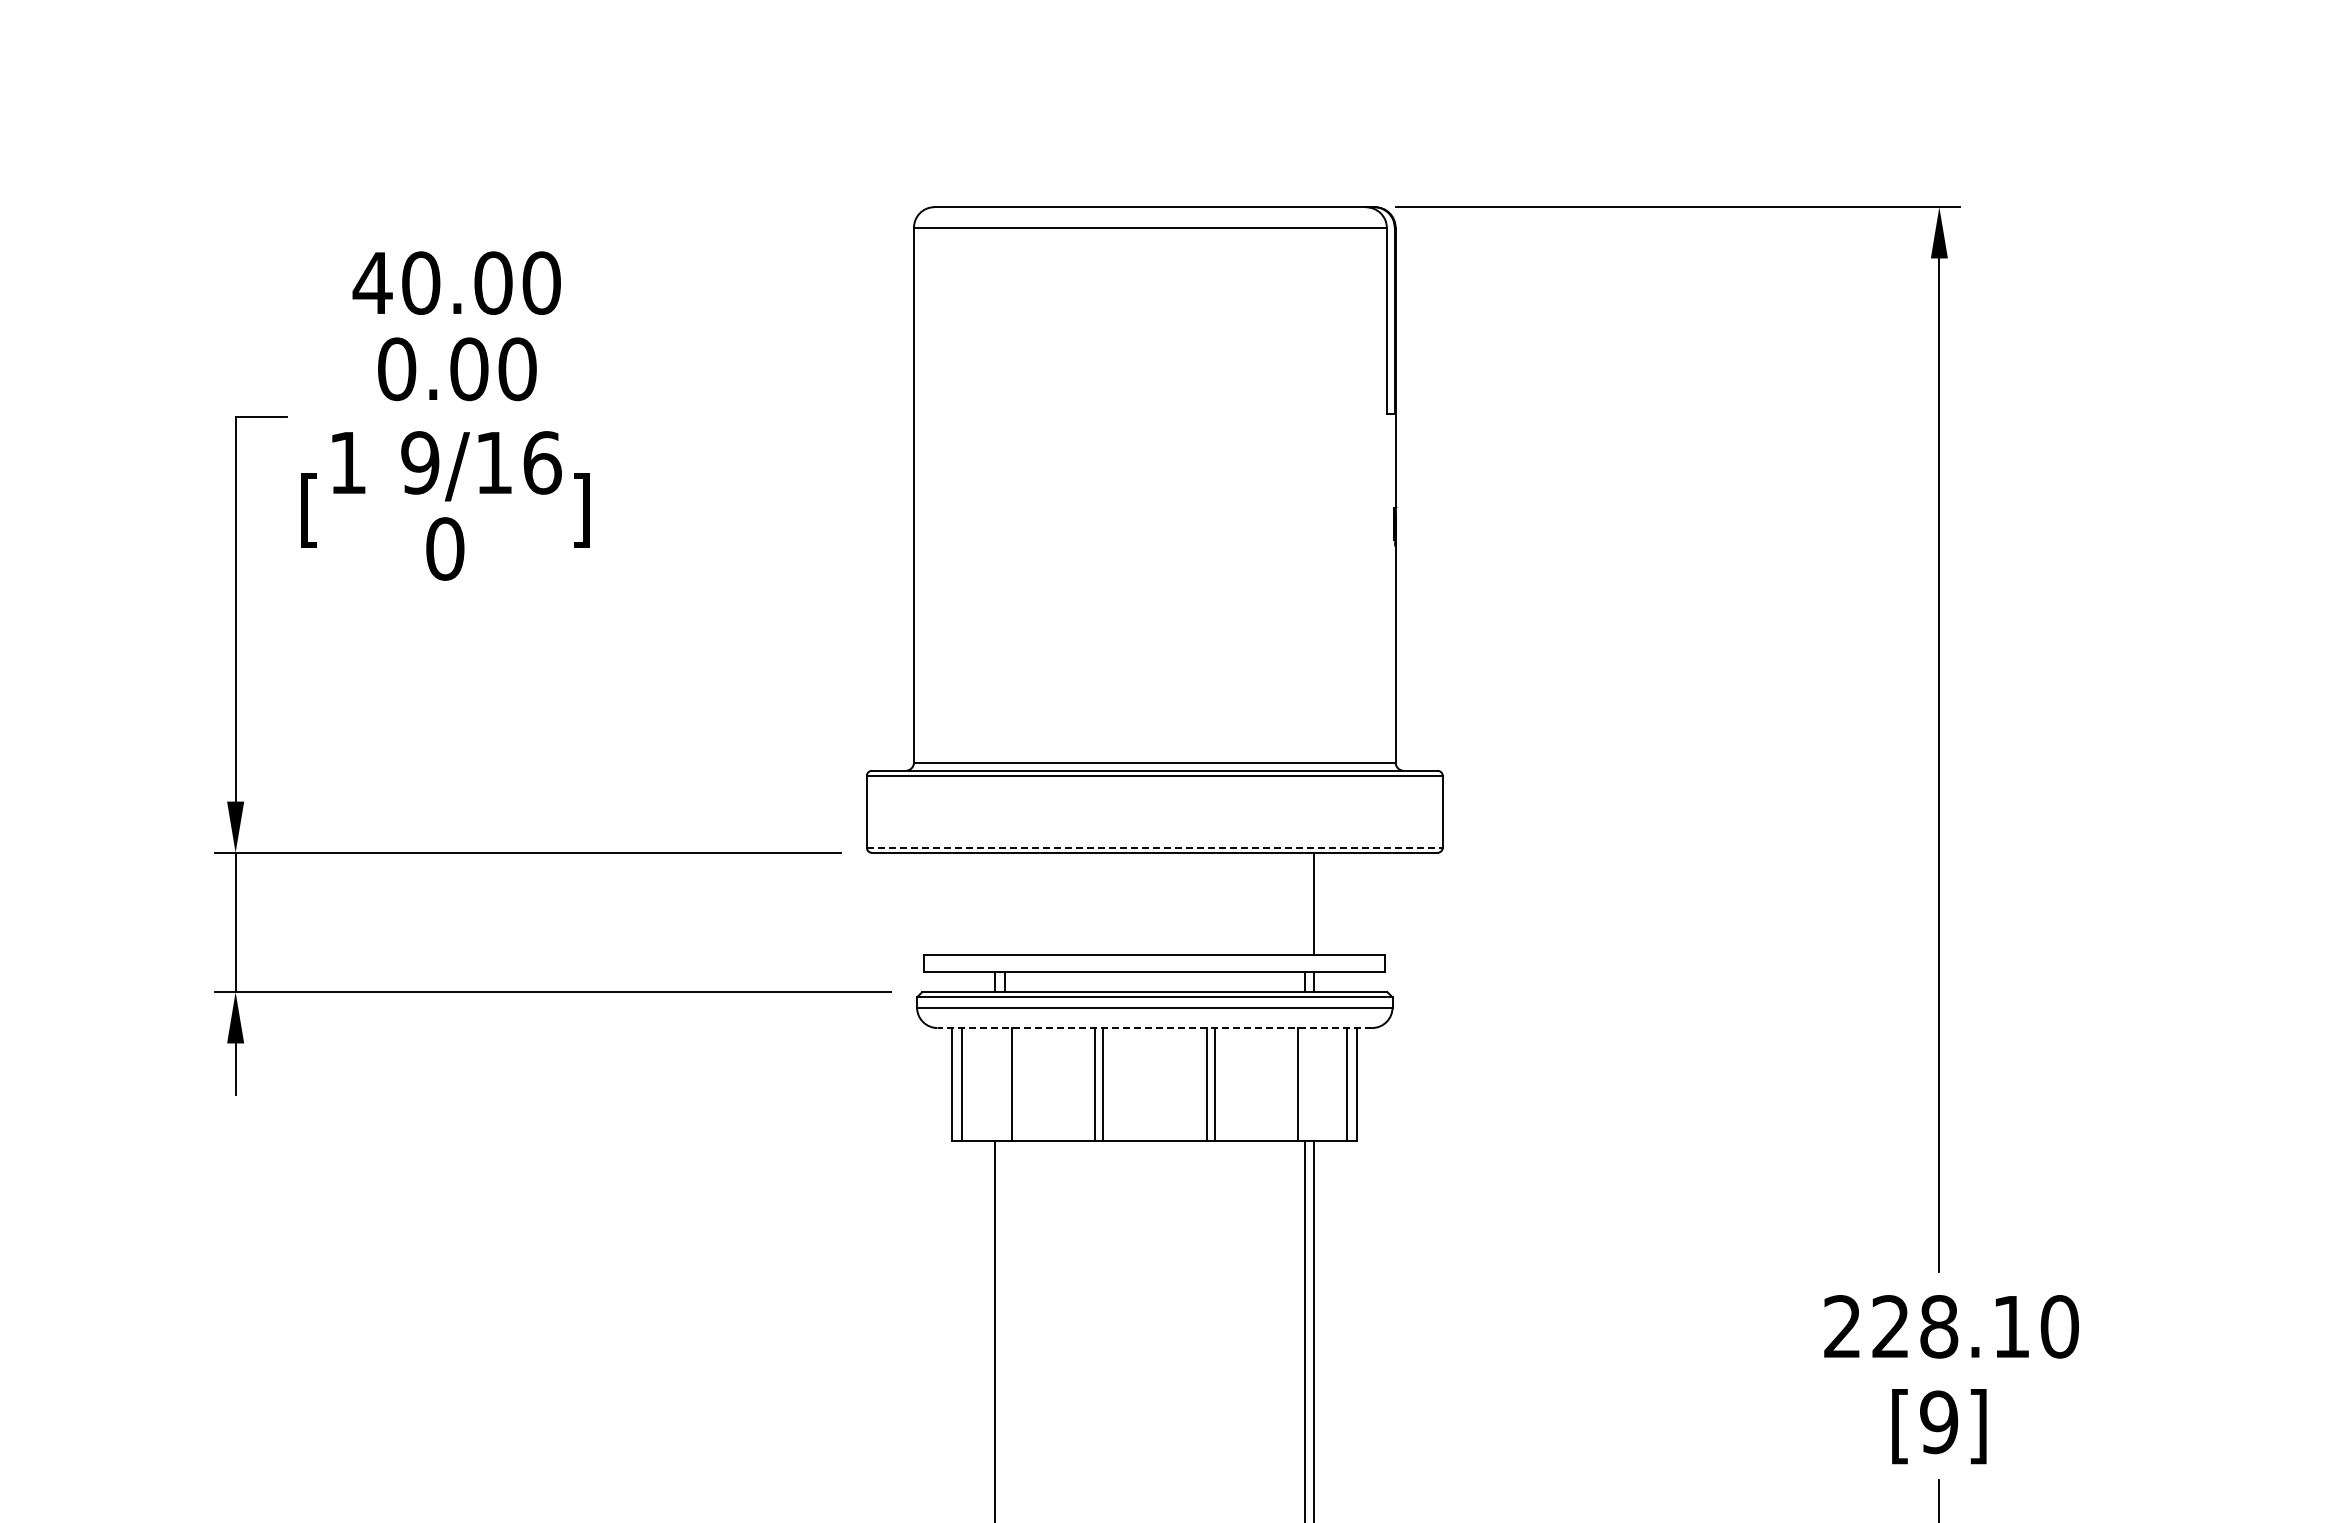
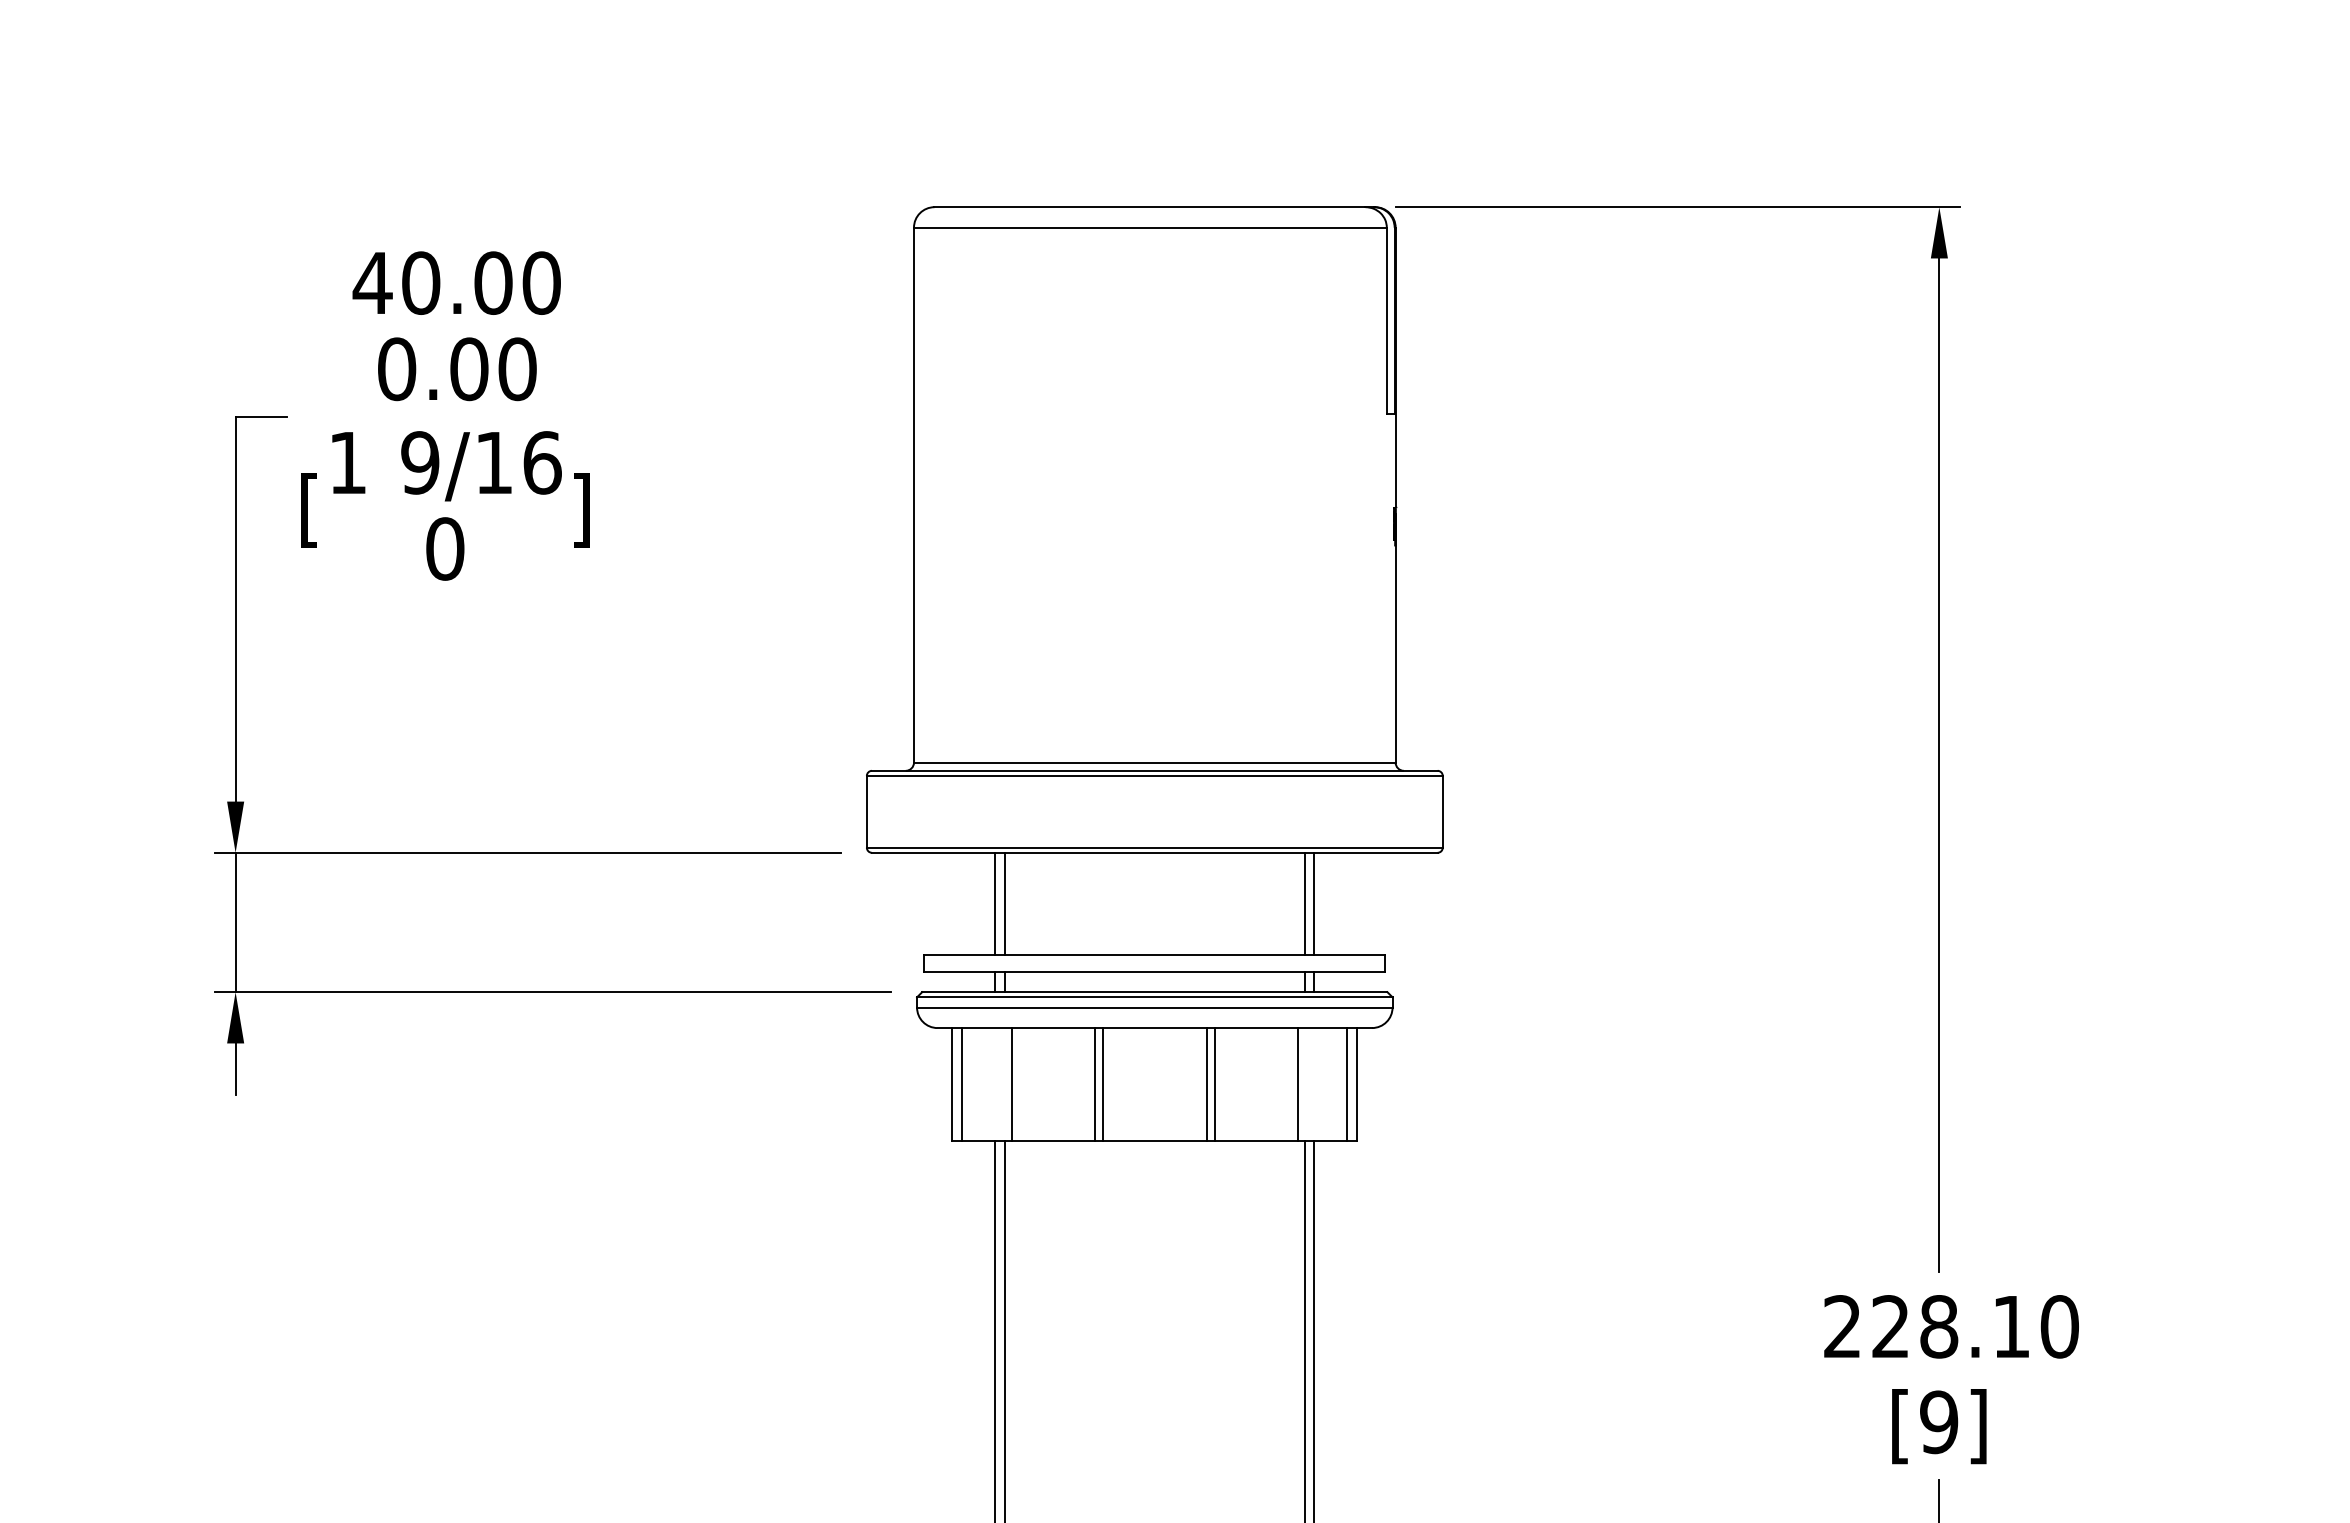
line at (1154, 847): dashed -> solid
line at (995, 903): none -> present
line at (1004, 903): none -> present
line at (1305, 903): none -> present
line at (1154, 1028): dashed -> solid
line at (1004, 1329): none -> present
